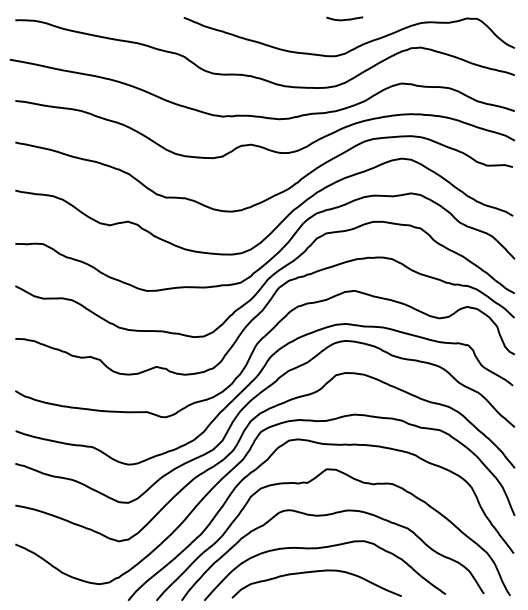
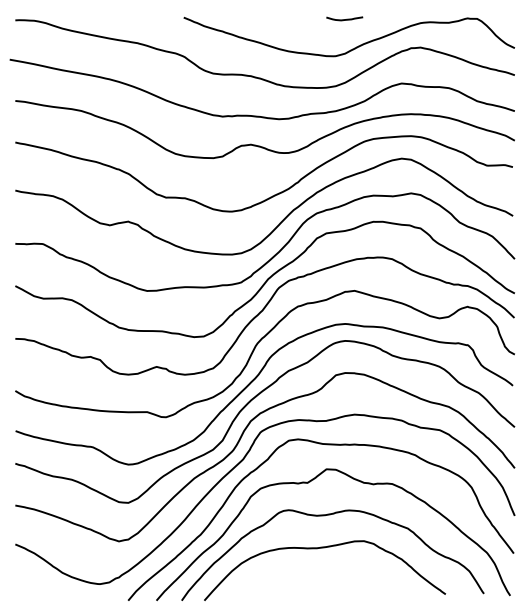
curve at (316, 572): present -> none
